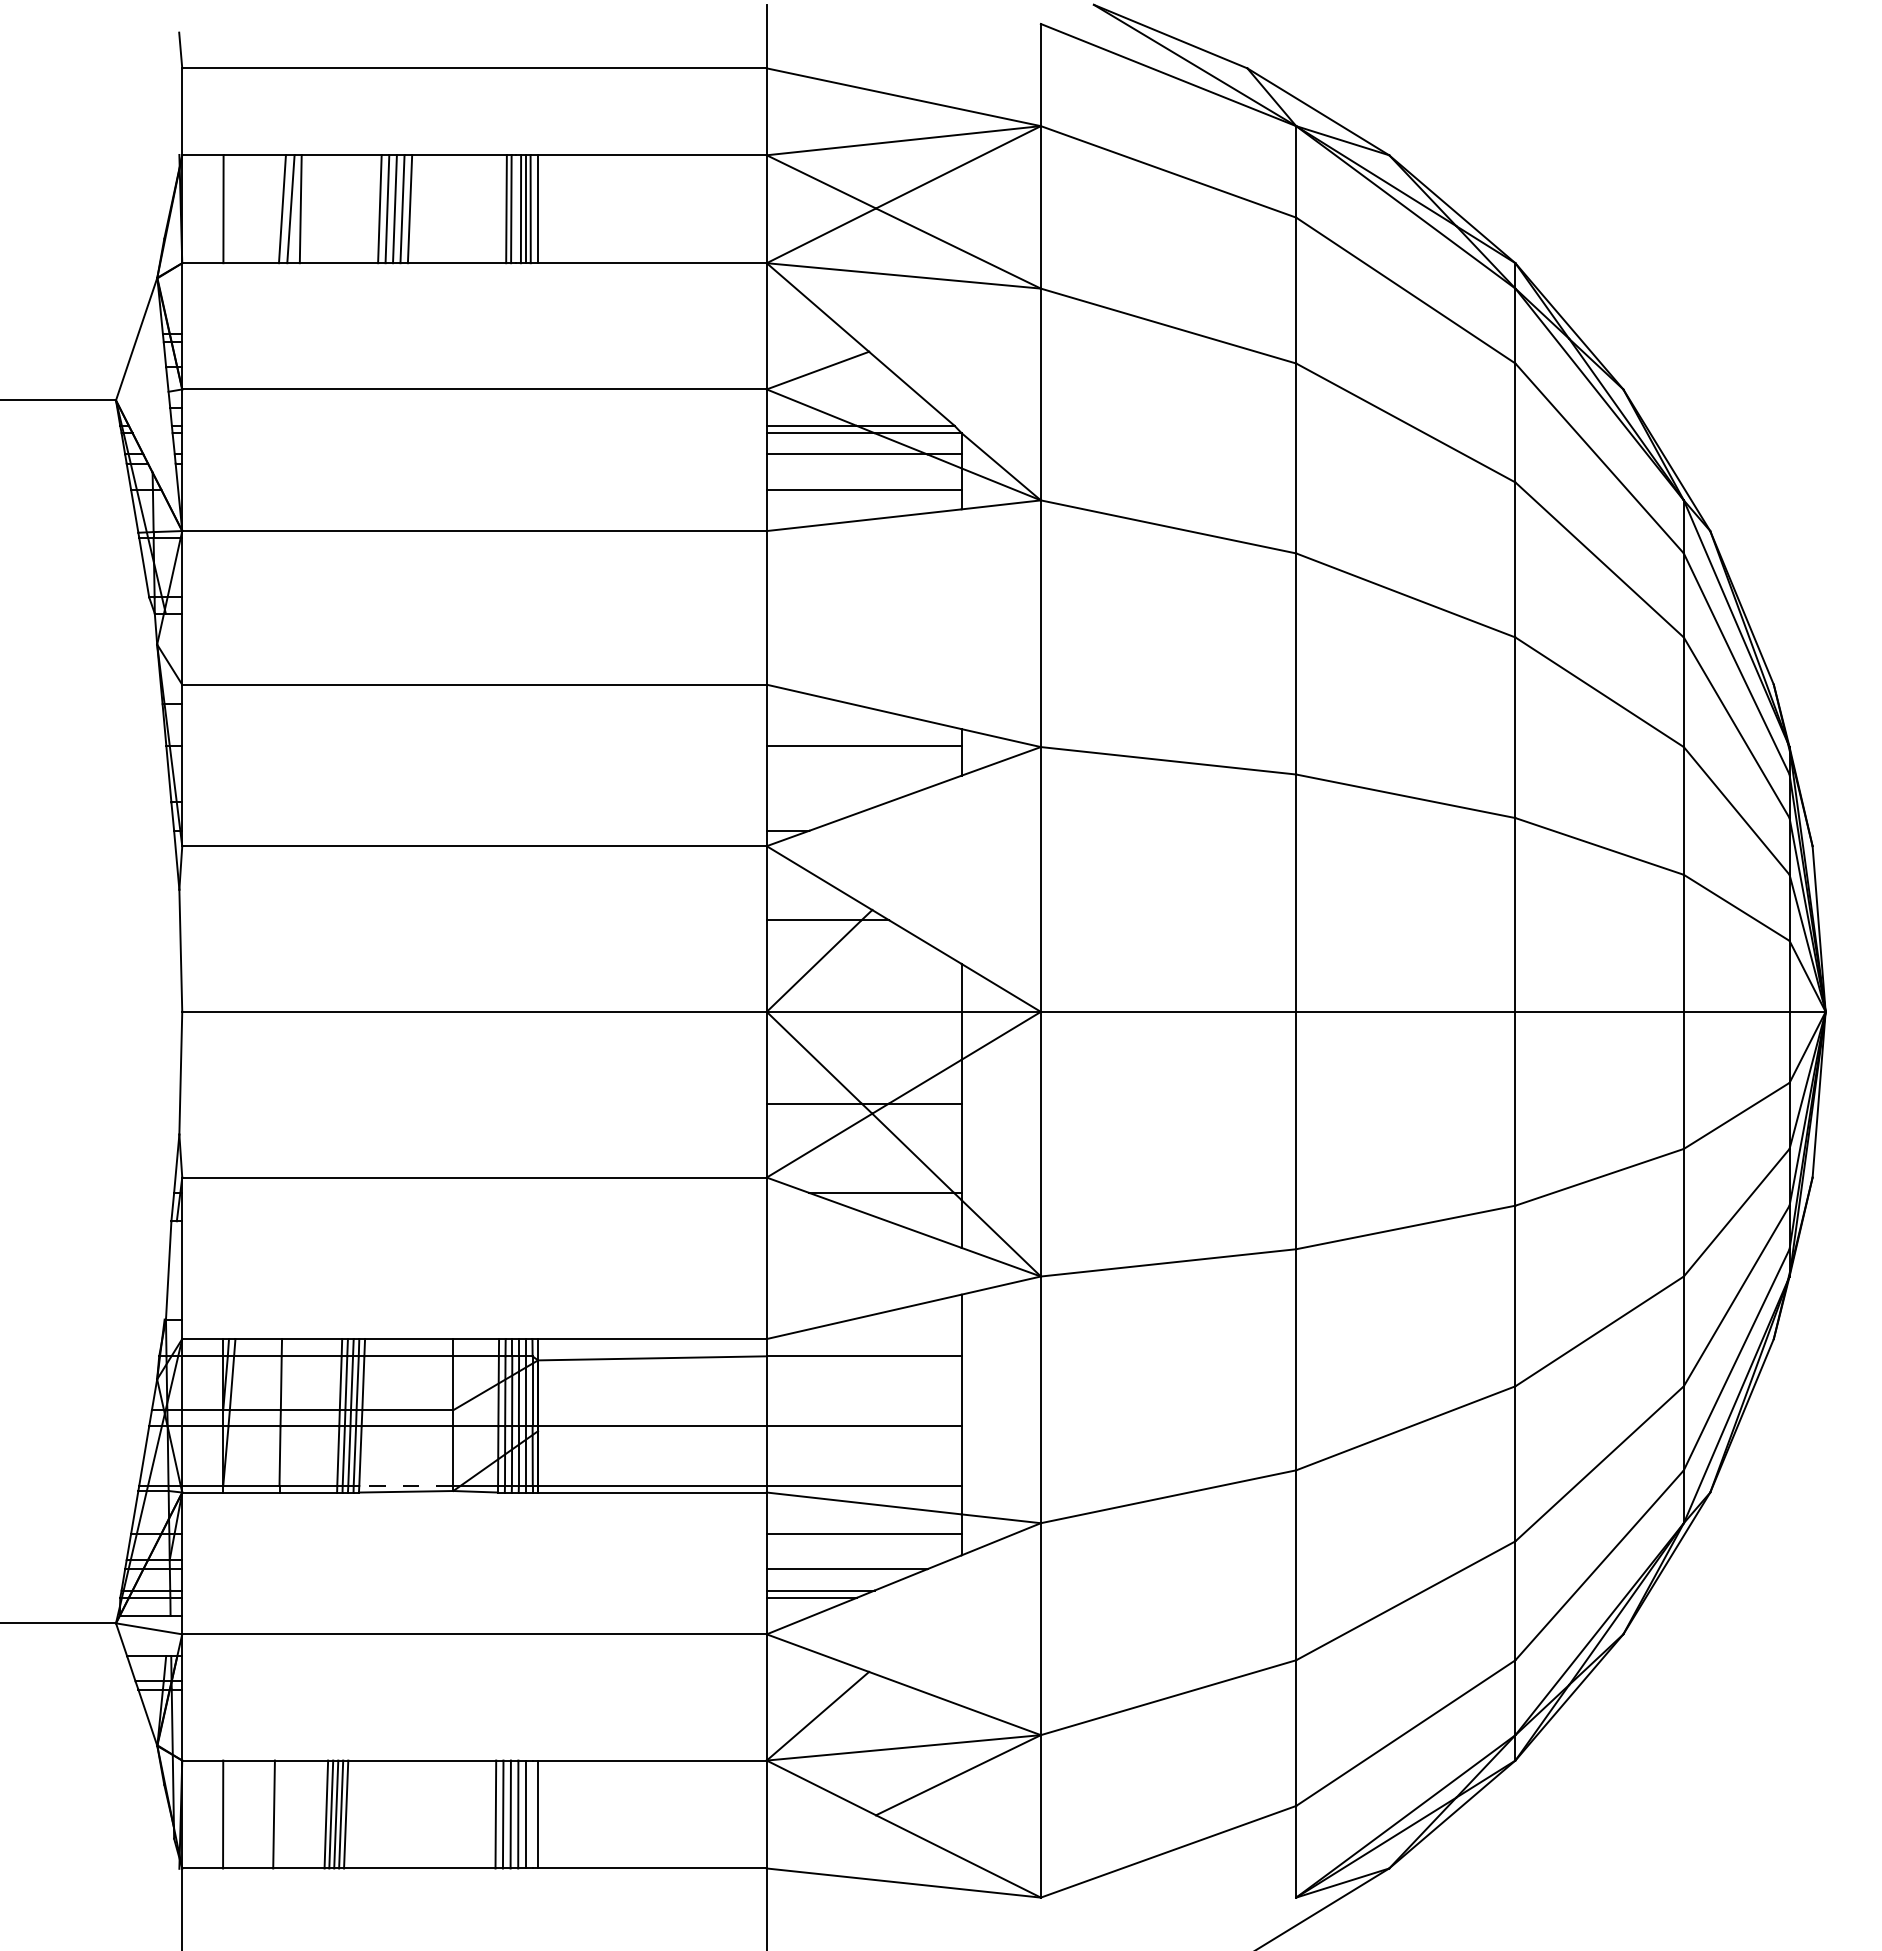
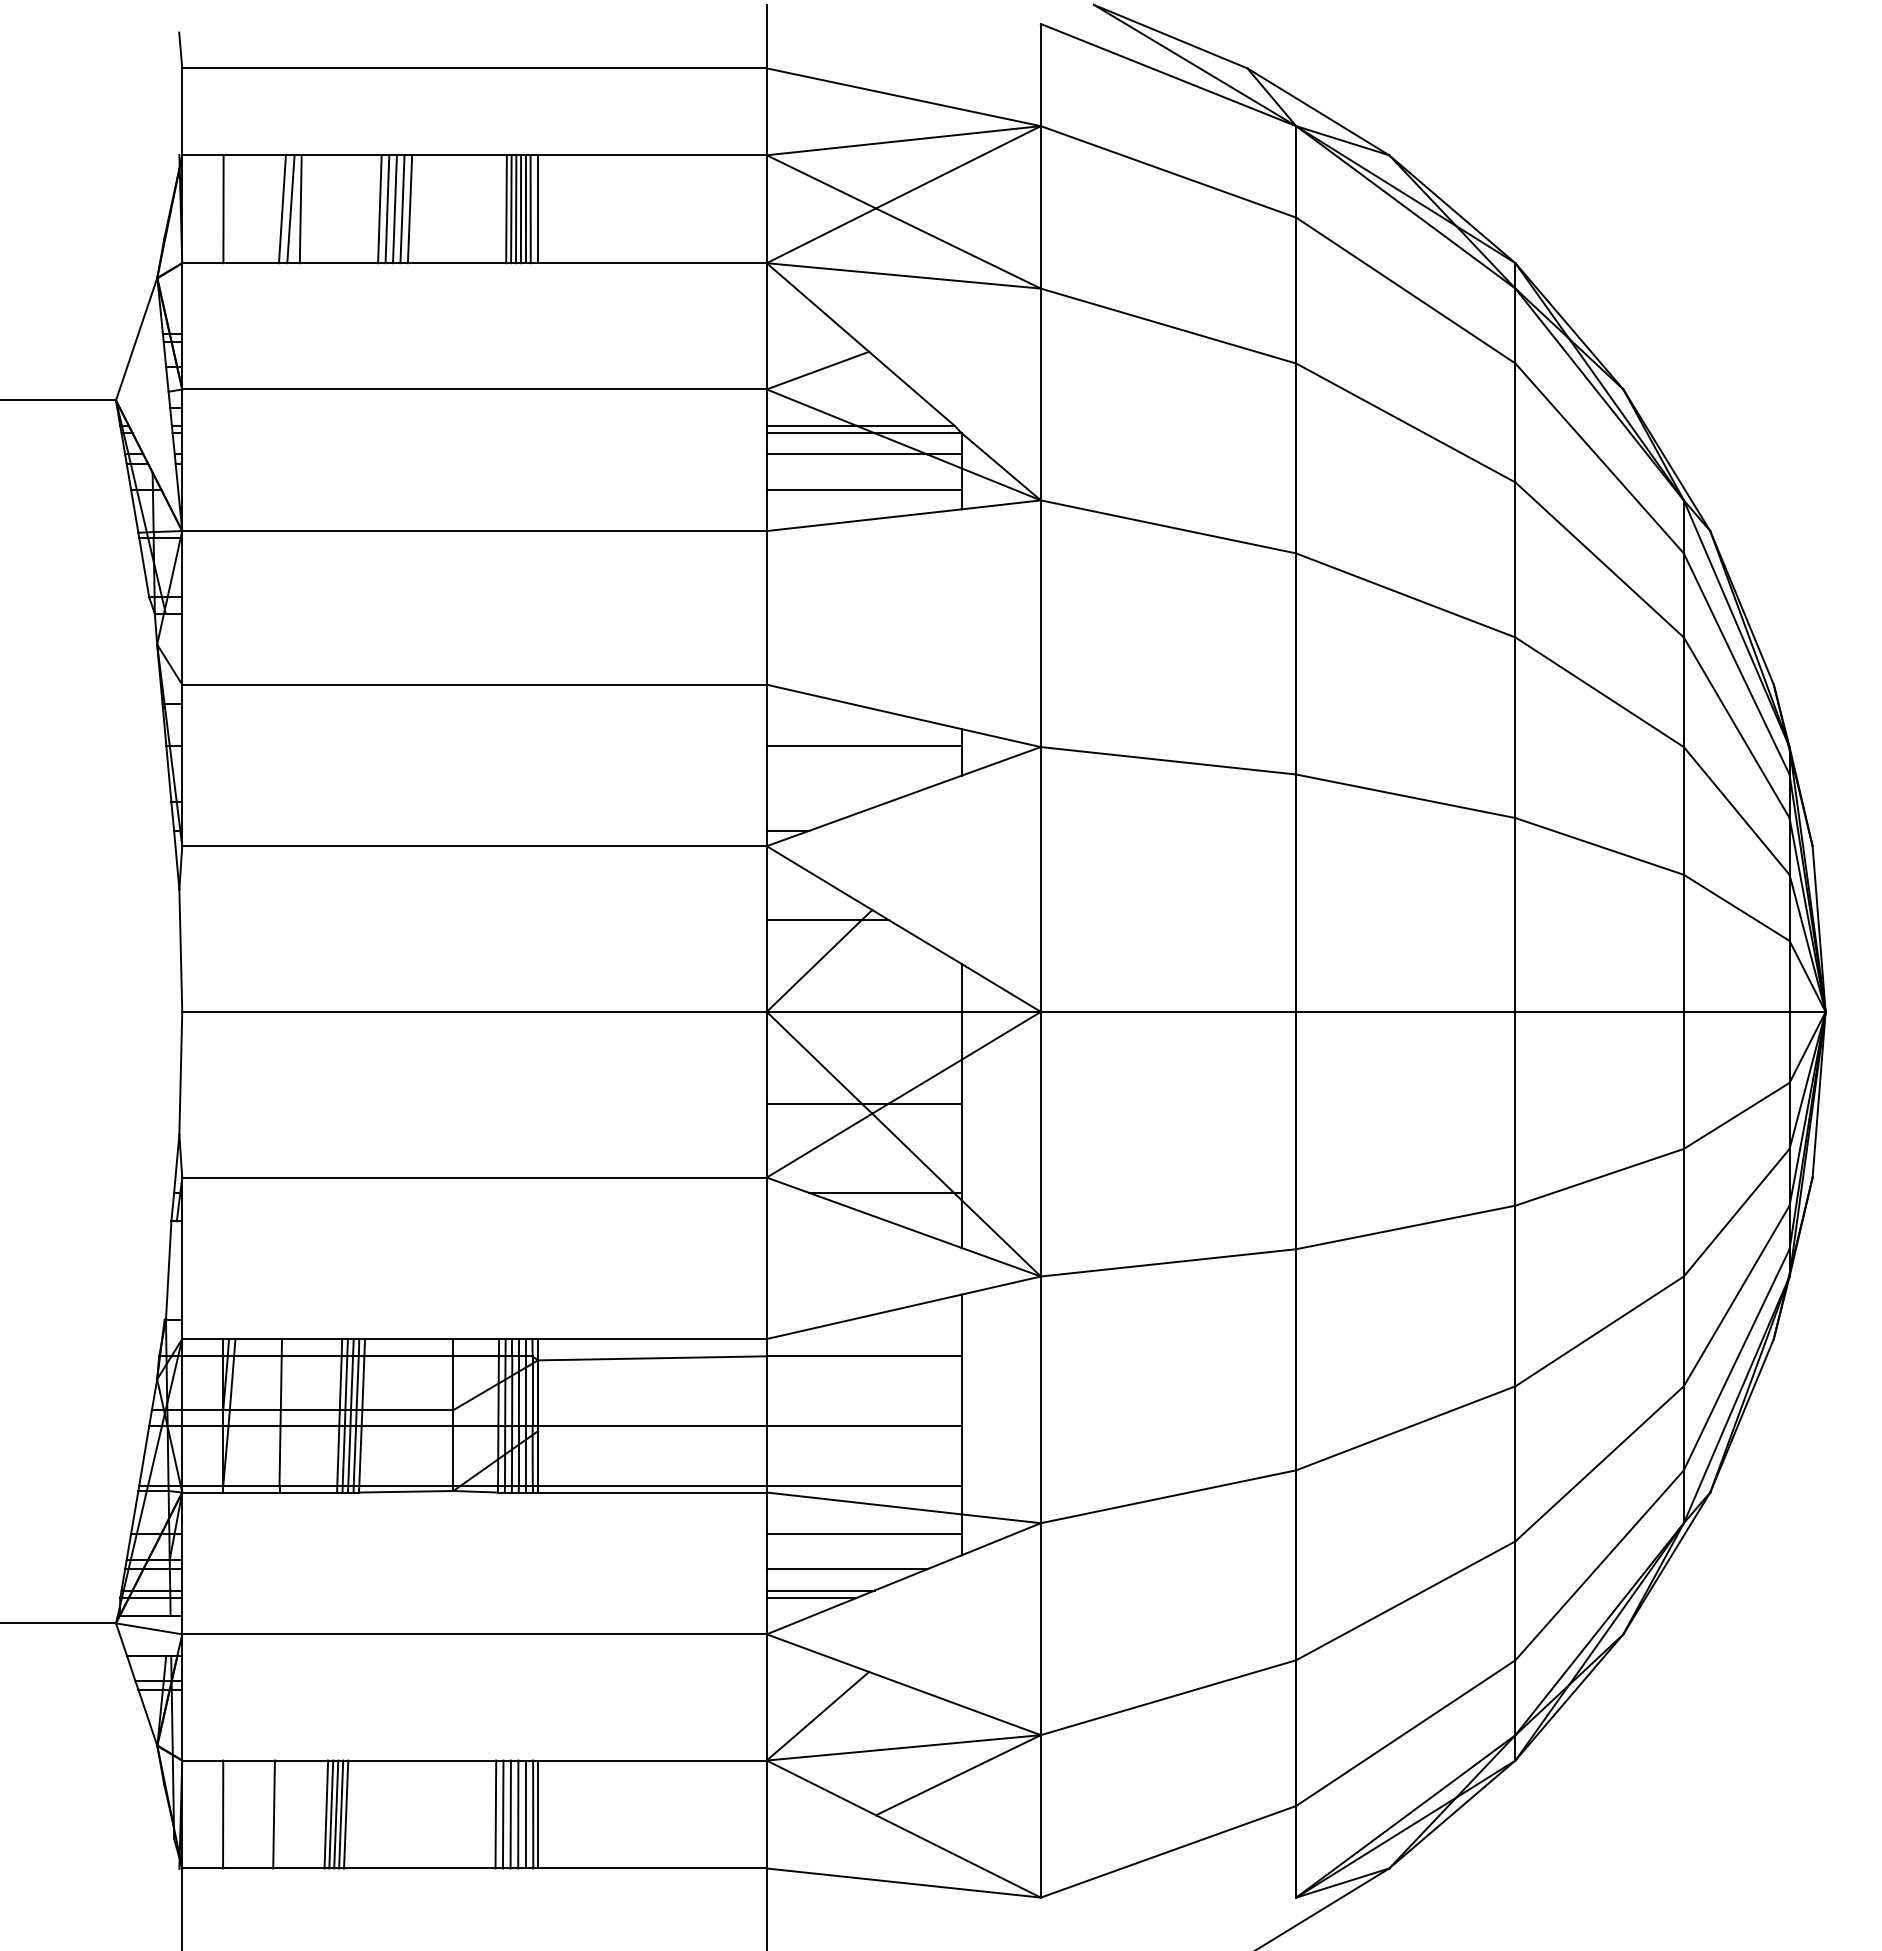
line at (516, 209): none -> present
line at (405, 1485): dashed -> solid
line at (533, 1814): none -> present
